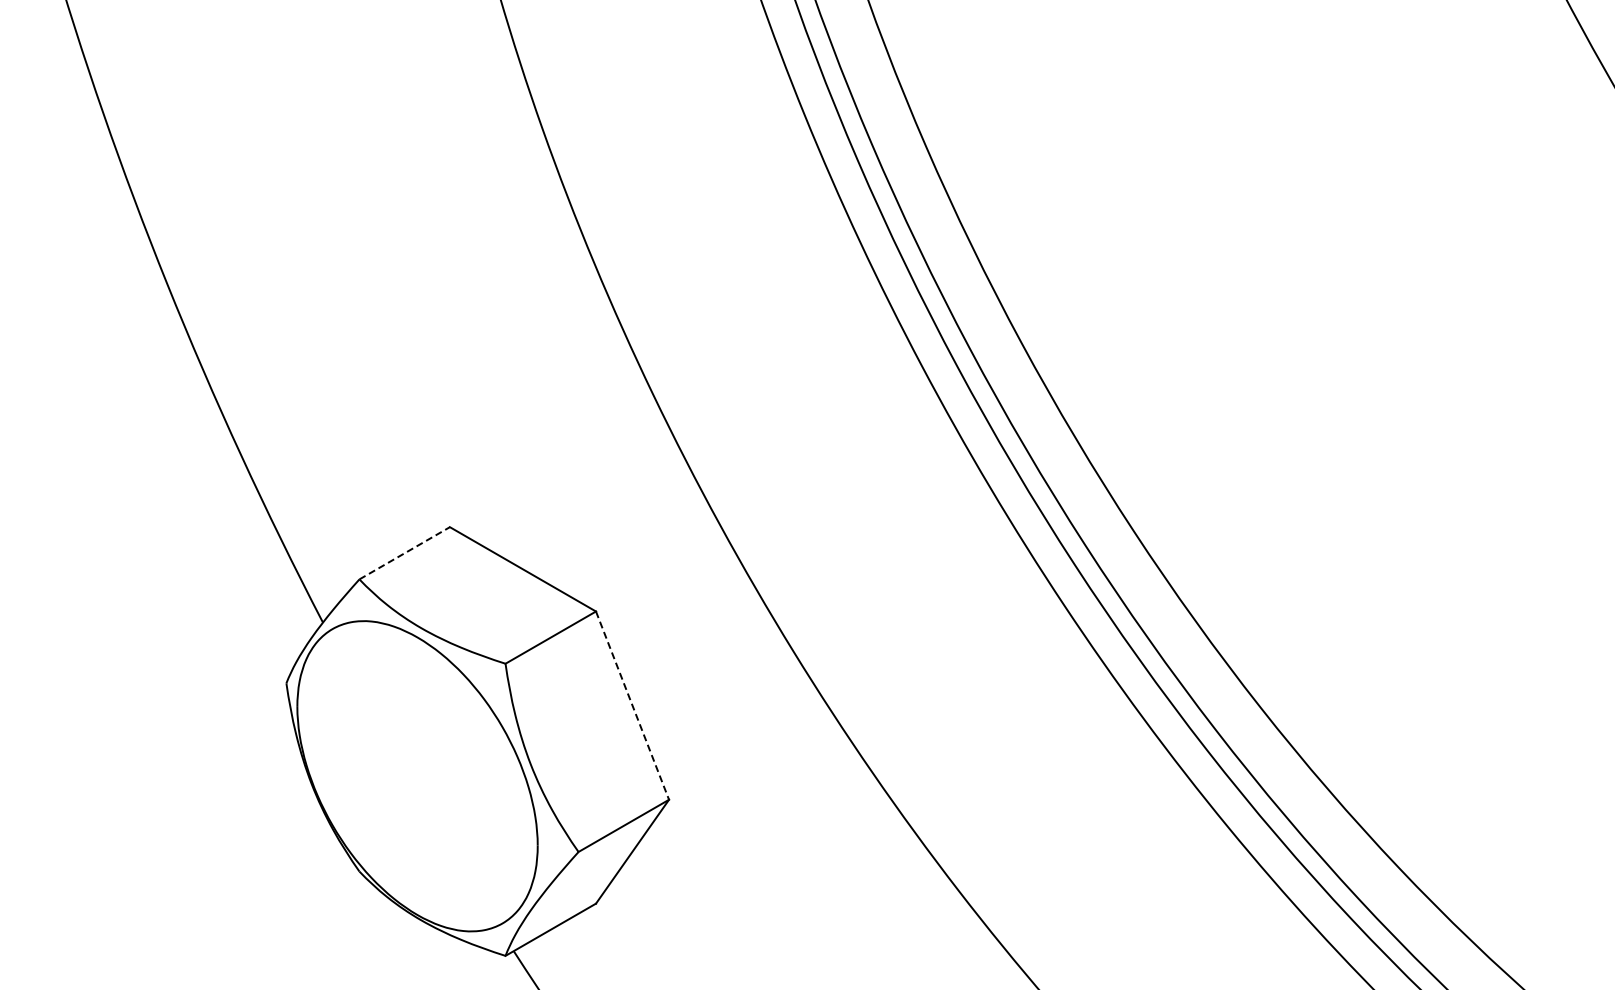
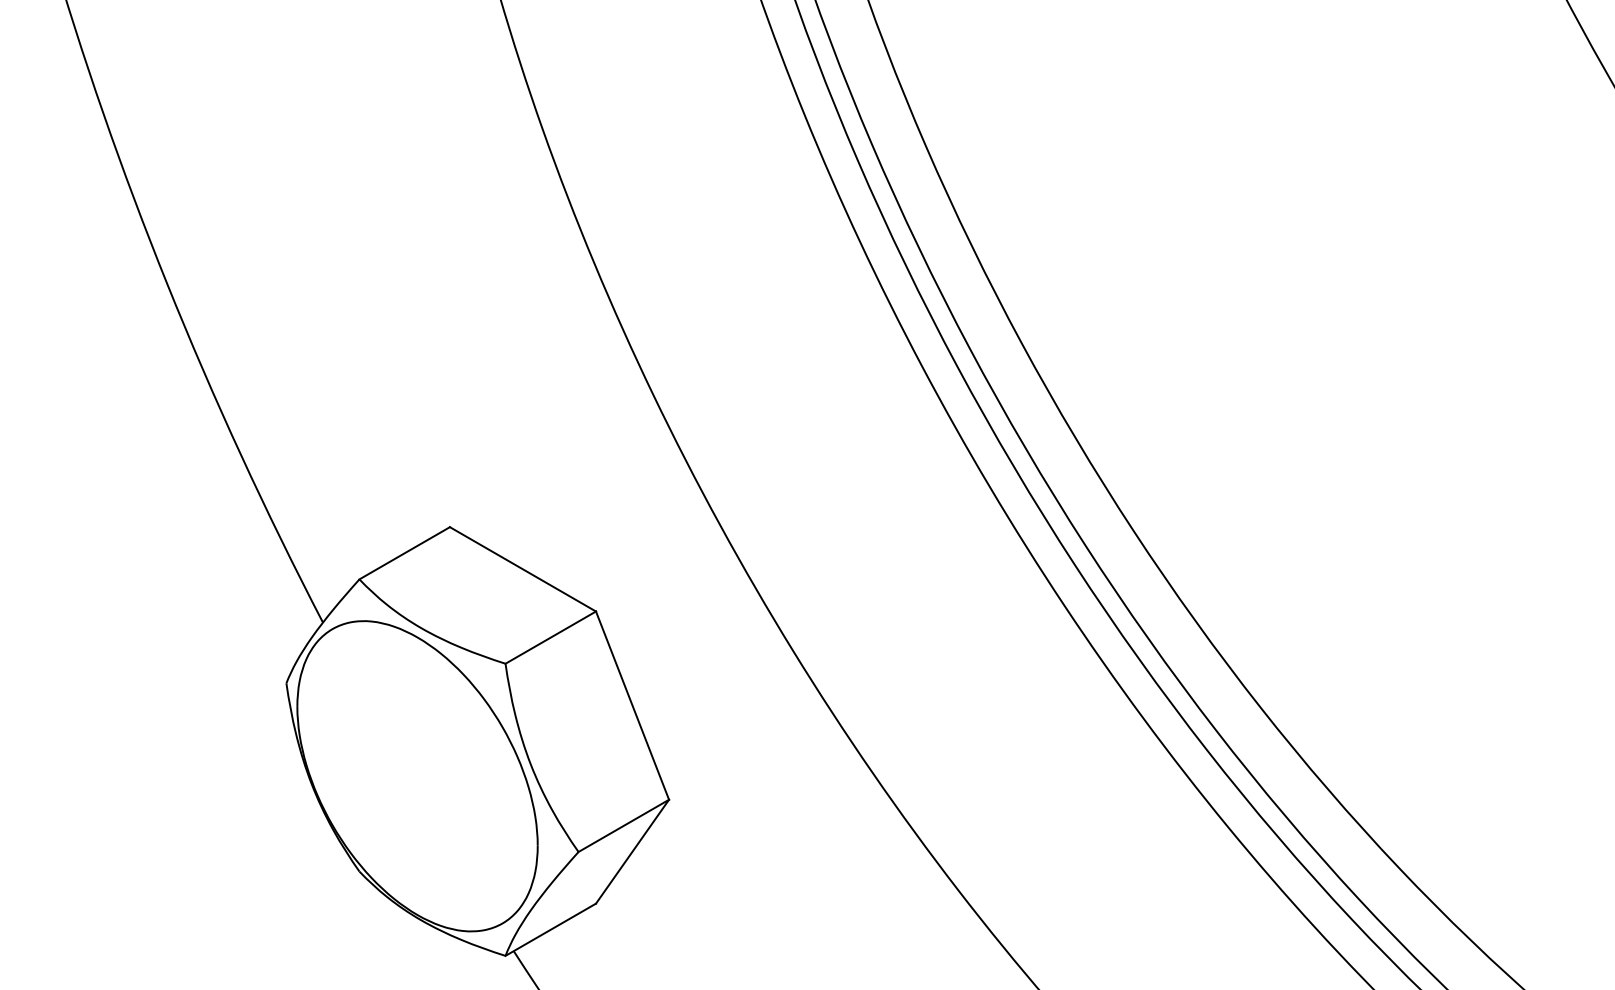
line at (405, 553): dashed -> solid
line at (632, 705): dashed -> solid
